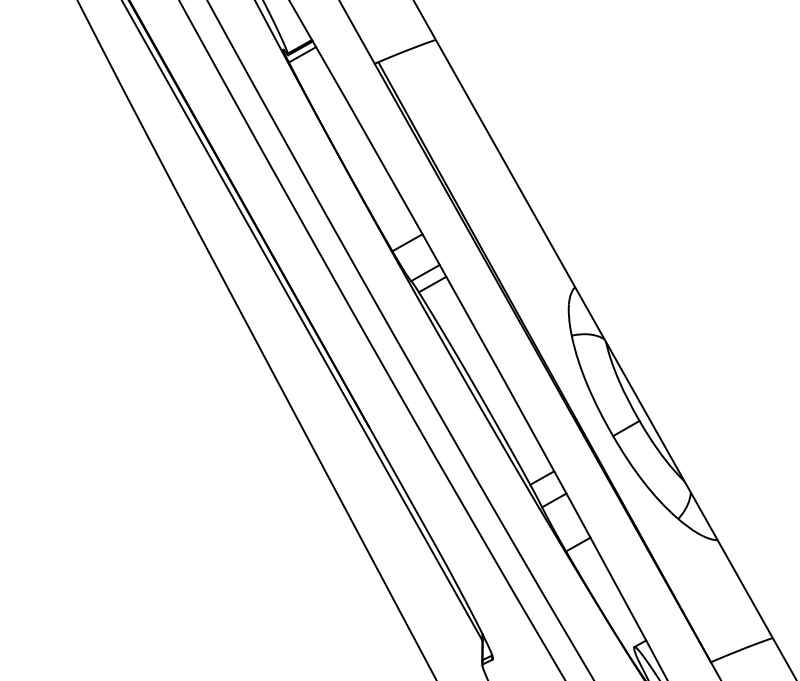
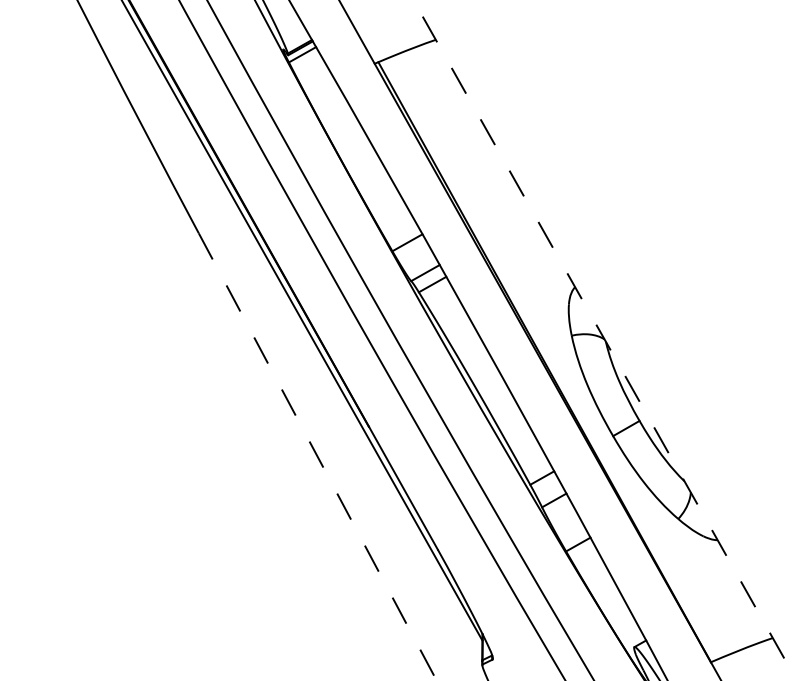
line at (605, 340): solid -> dashed
line at (318, 457): solid -> dashed
